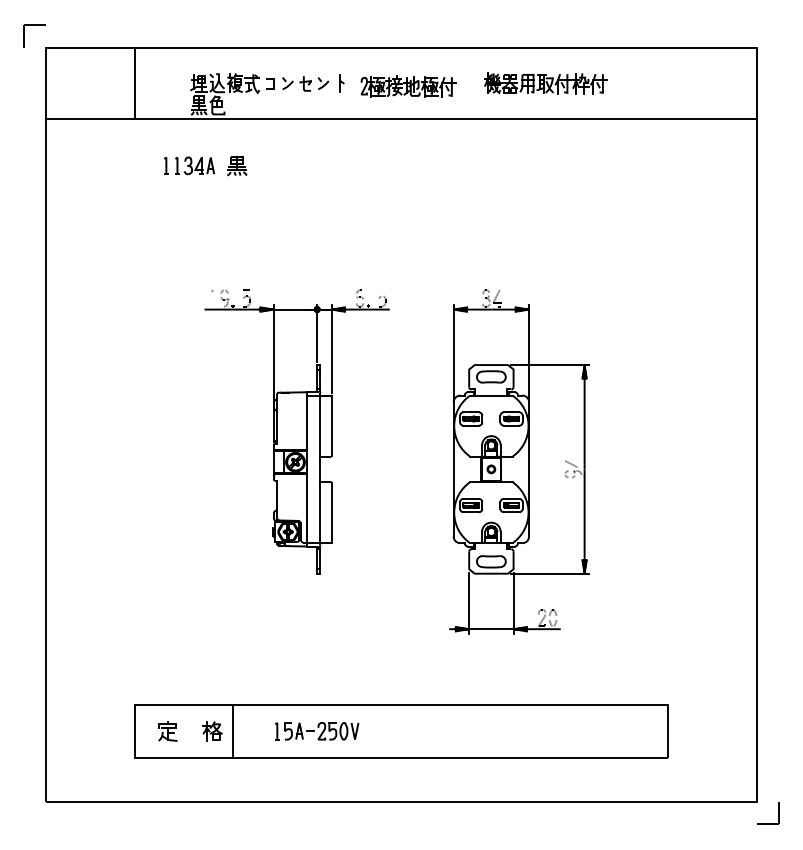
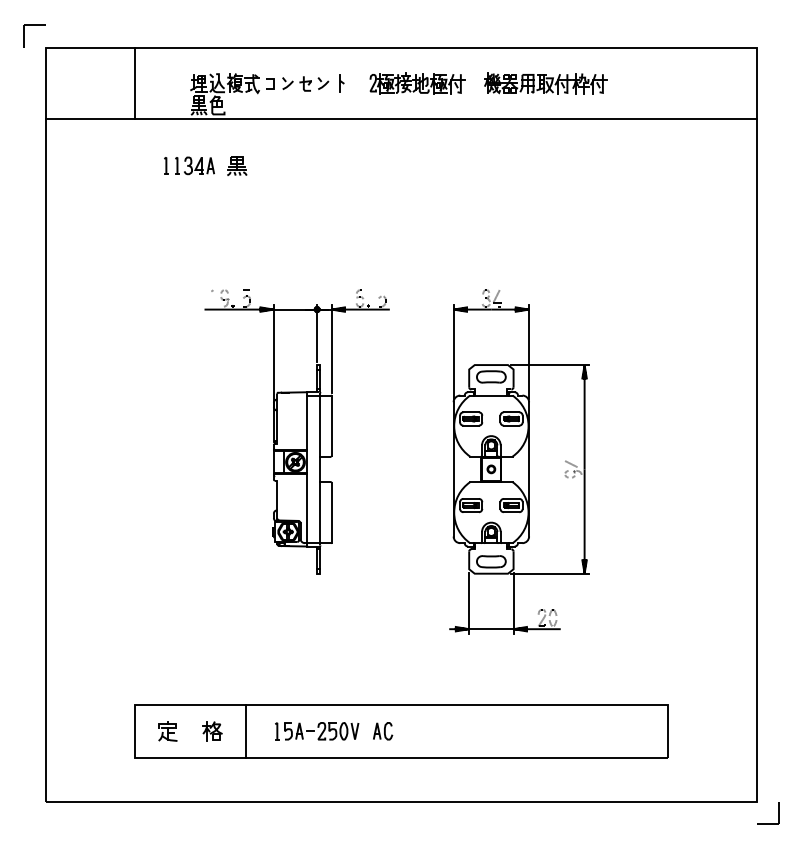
part at (408, 86) position: (408, 86) -> (417, 83)
line at (233, 730) position: (233, 730) -> (246, 730)
part at (383, 731): none -> present
